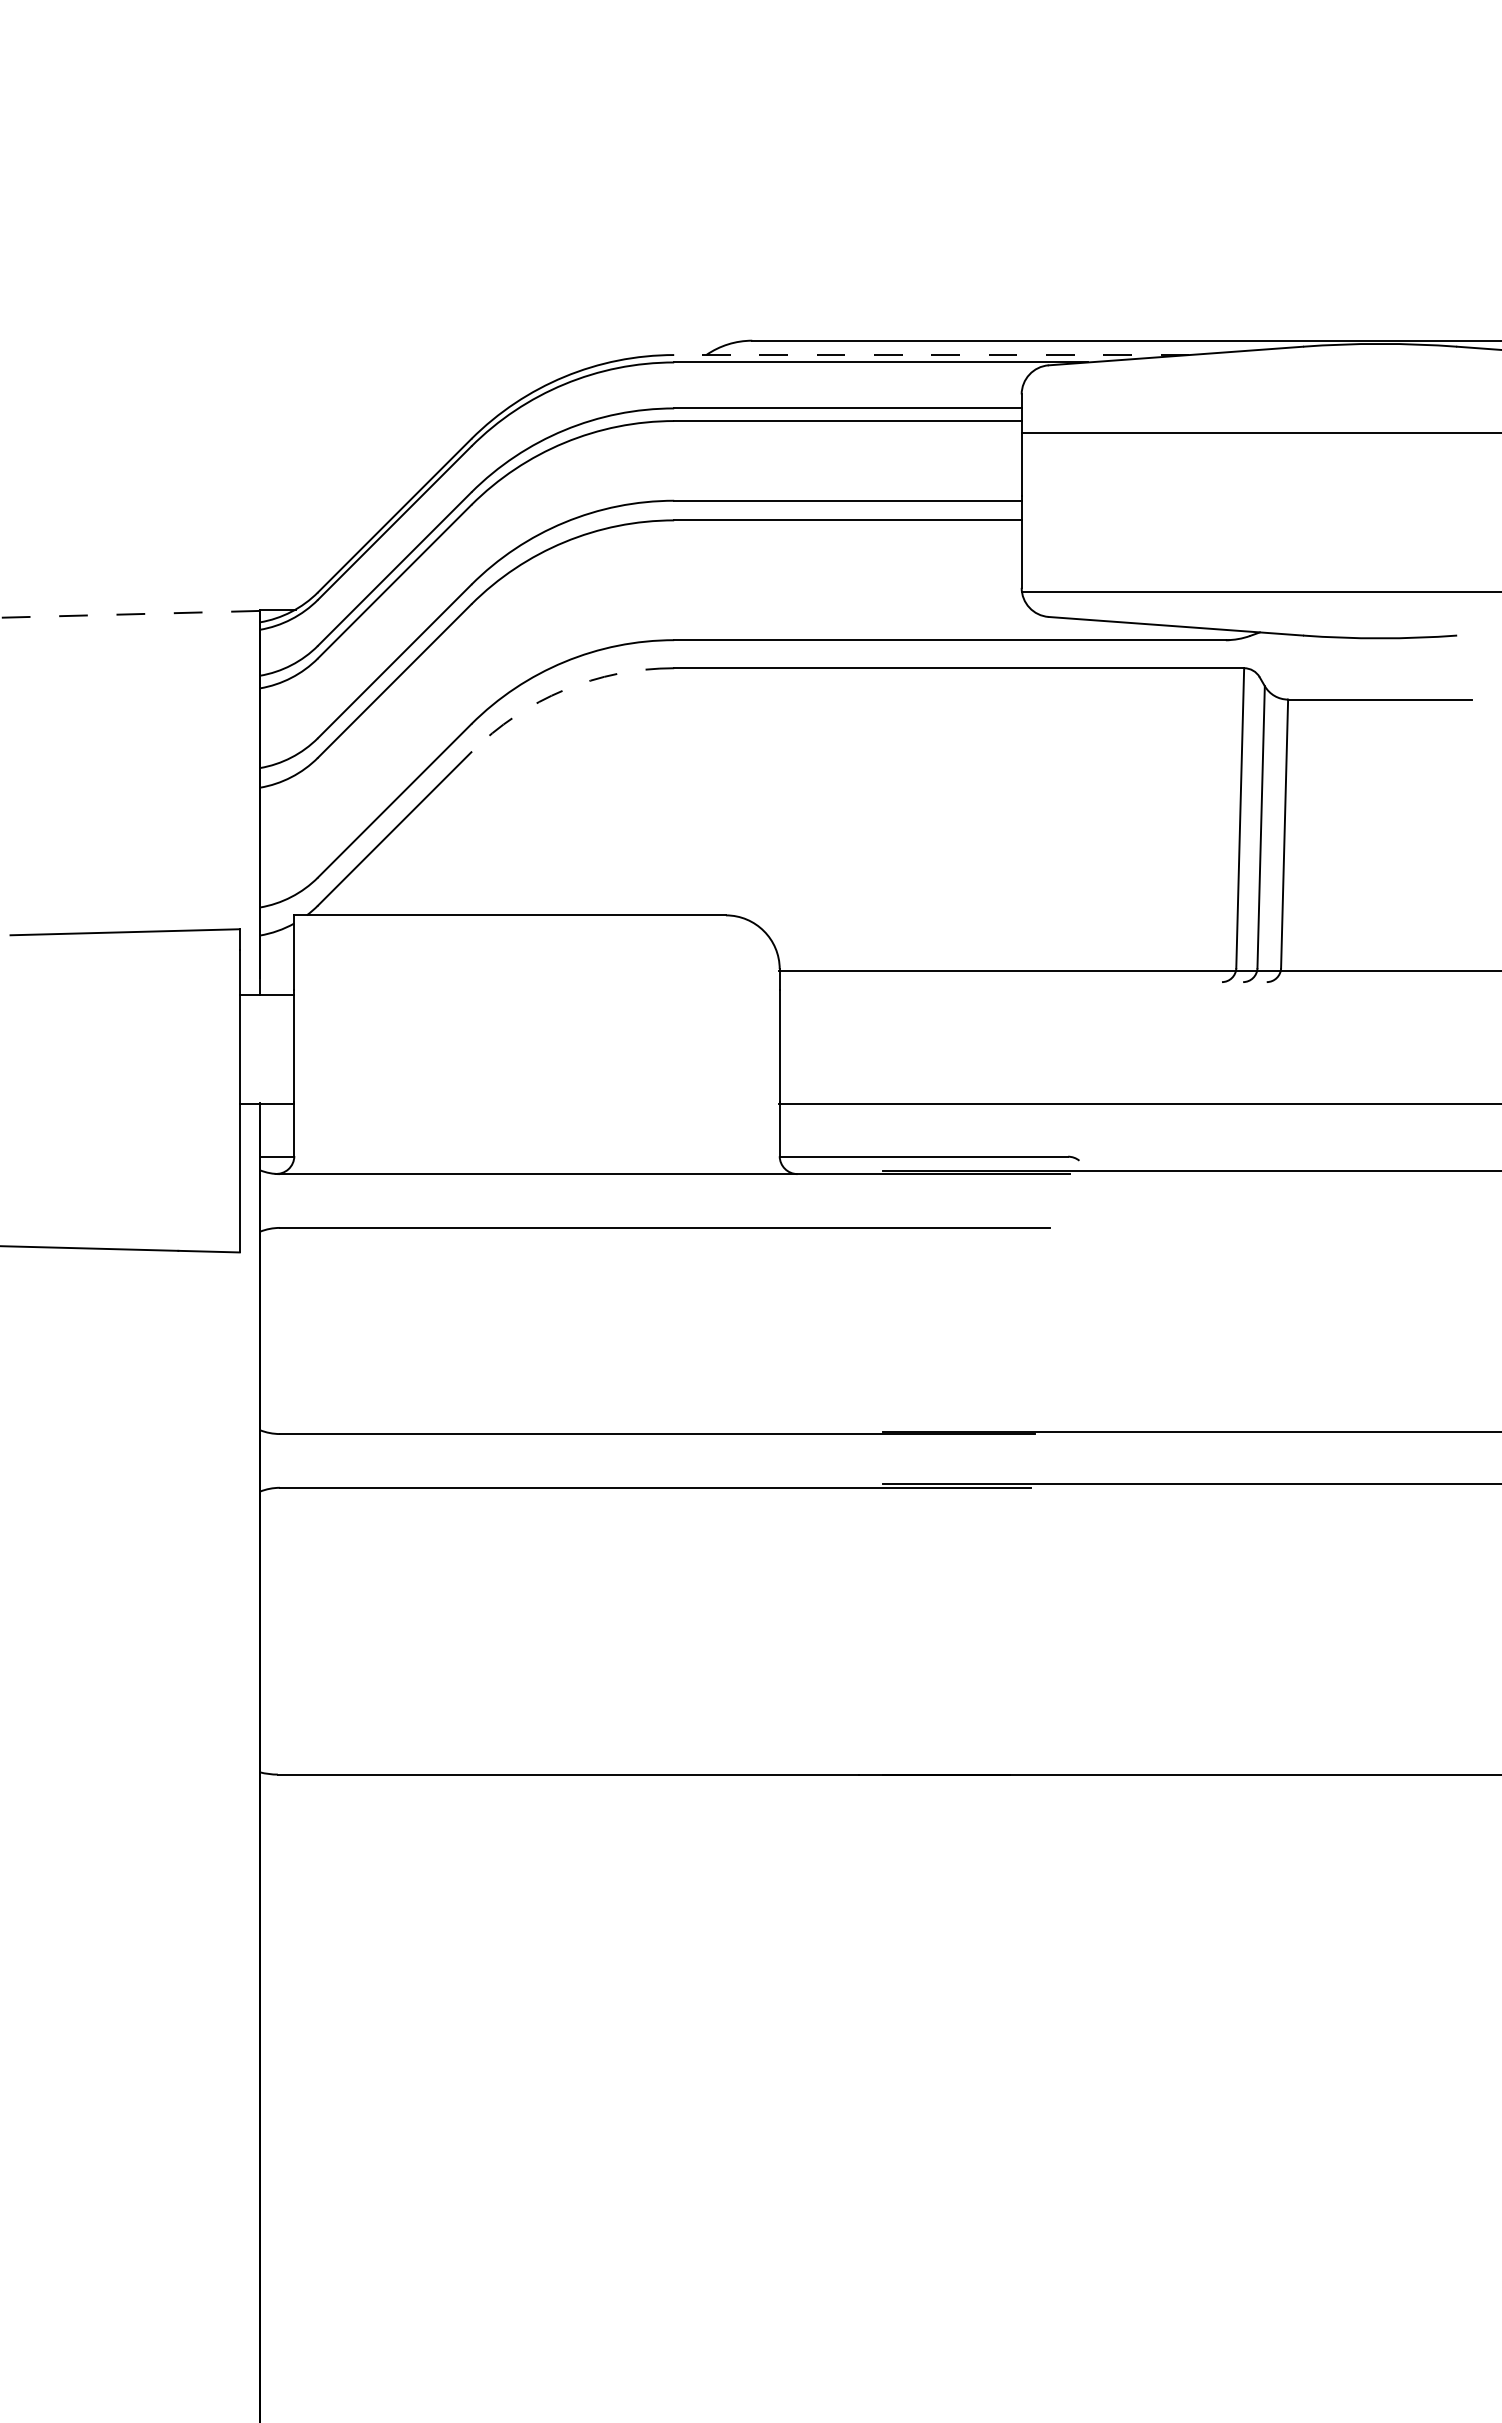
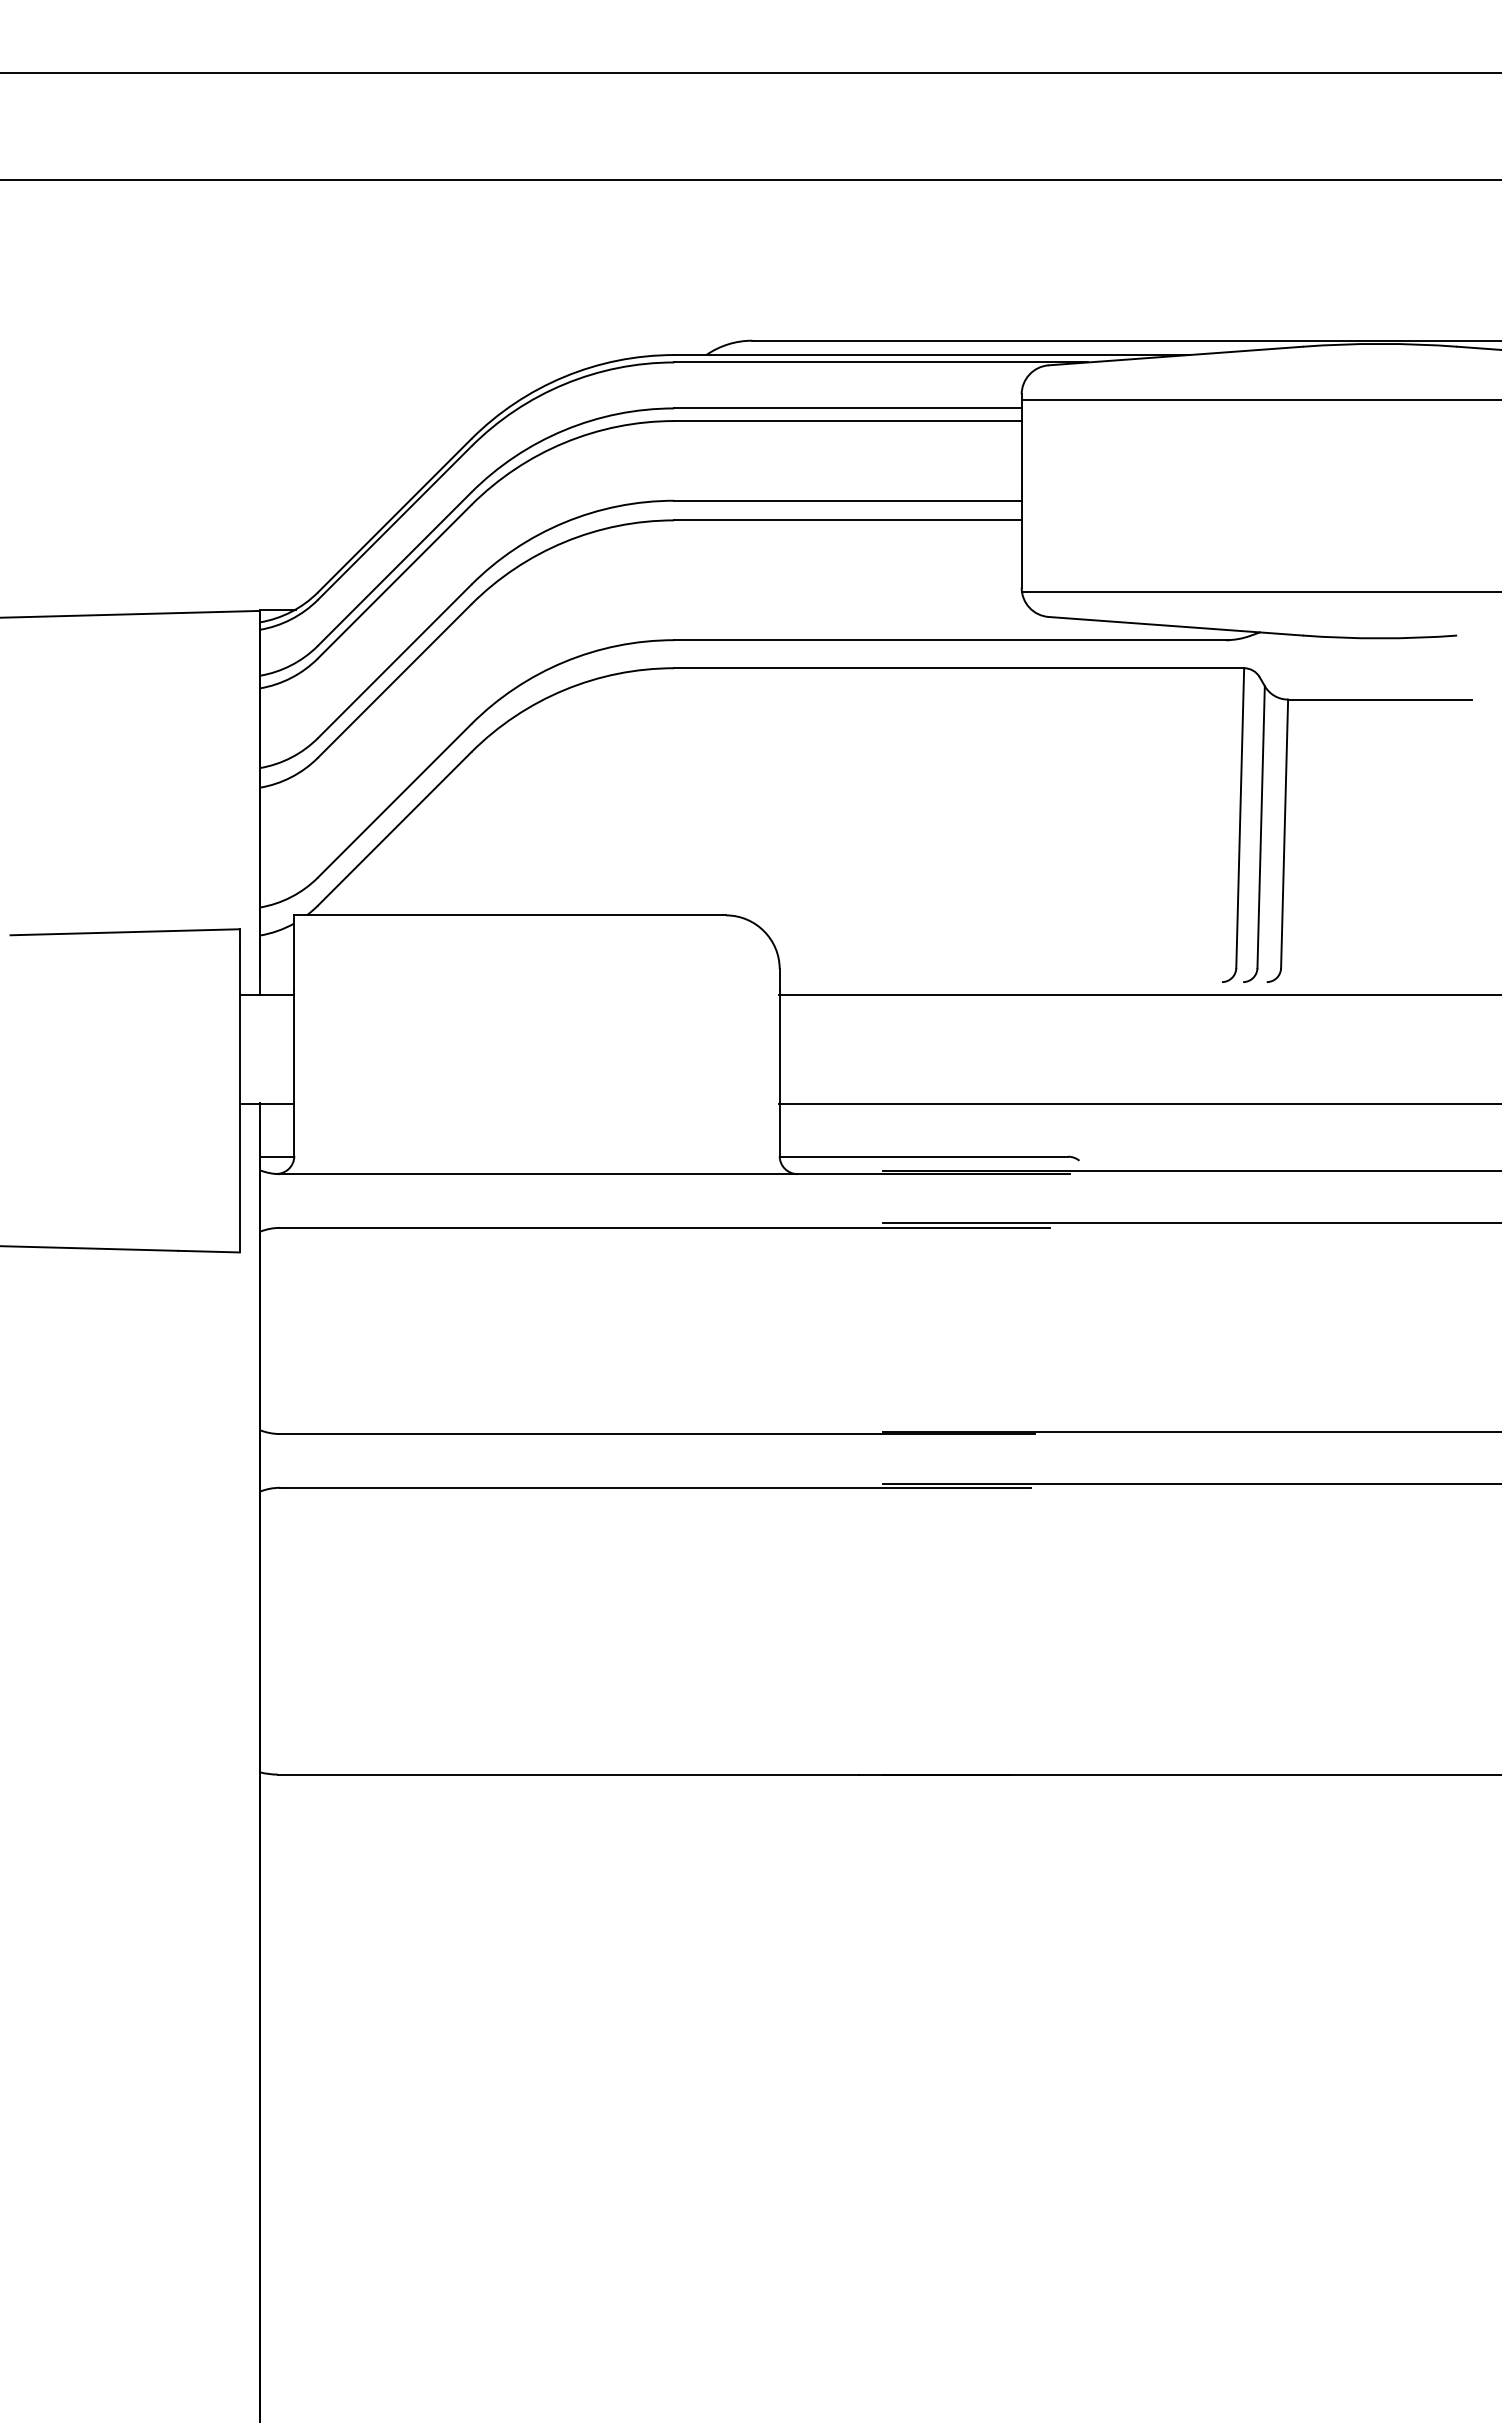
line at (750, 72): none -> present
line at (750, 180): none -> present
line at (931, 355): dashed -> solid
line at (1259, 432) position: (1259, 432) -> (1259, 399)
line at (130, 614): dashed -> solid
arc at (564, 690): dashed -> solid
line at (1138, 970) position: (1138, 970) -> (1138, 994)
line at (1190, 1222): none -> present
